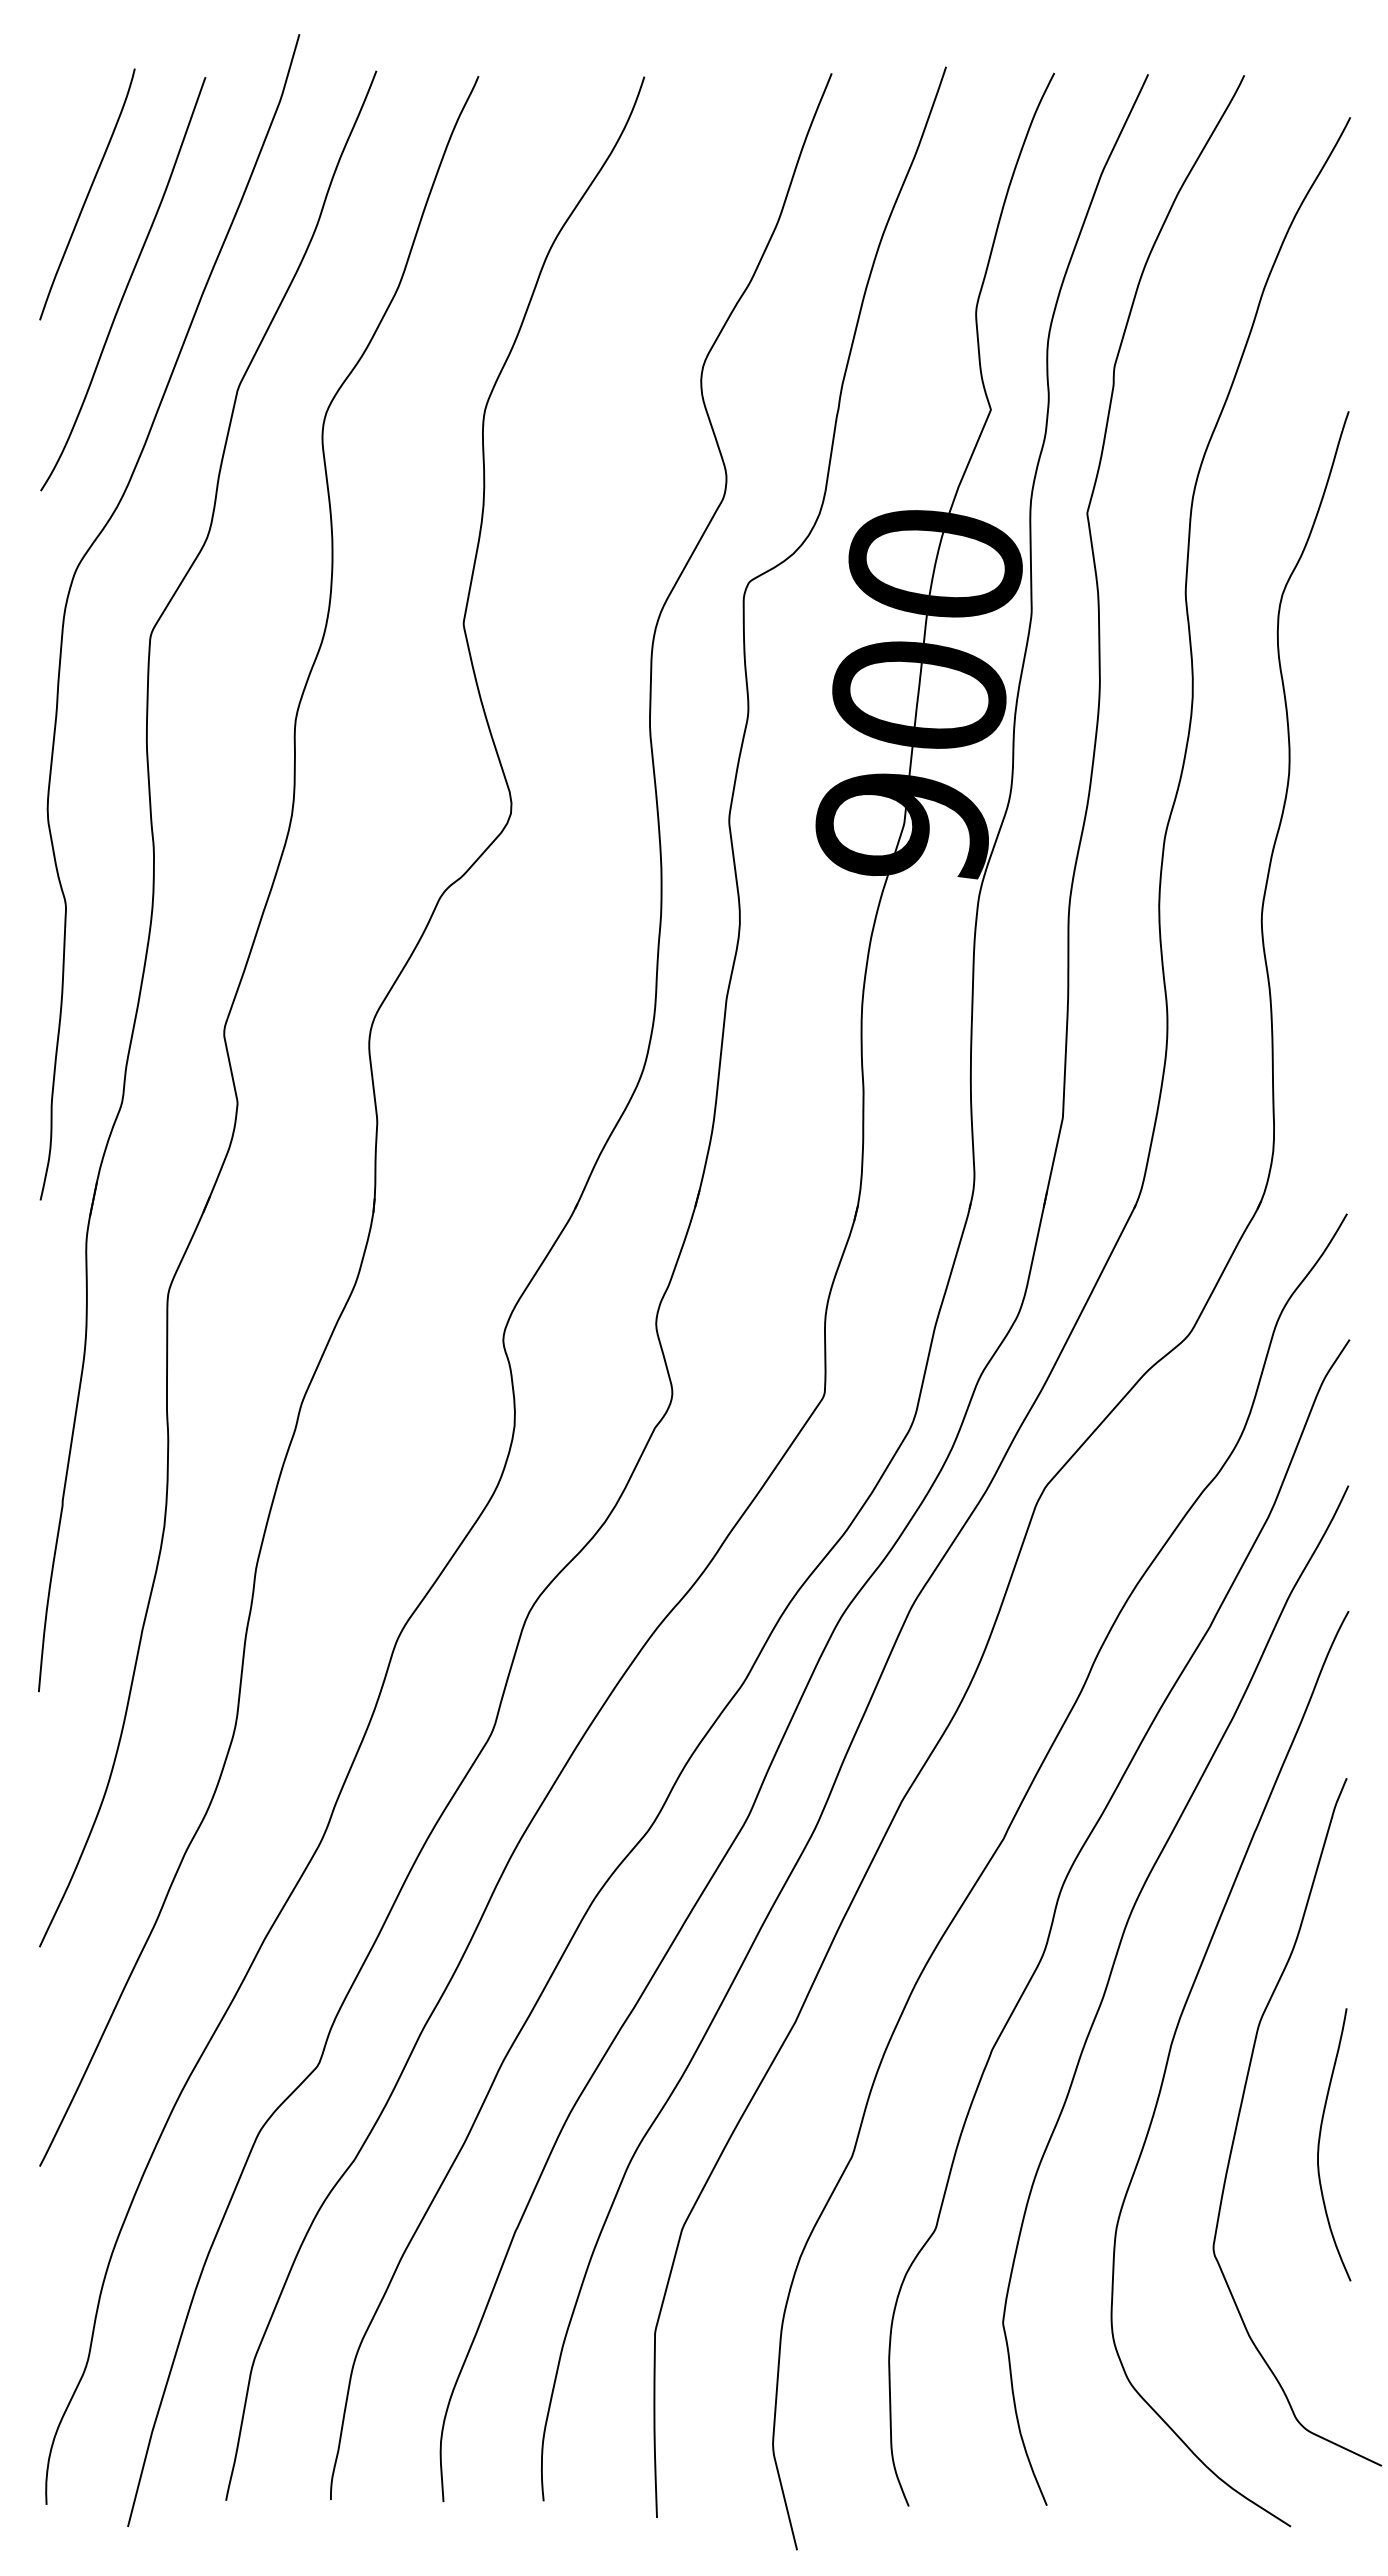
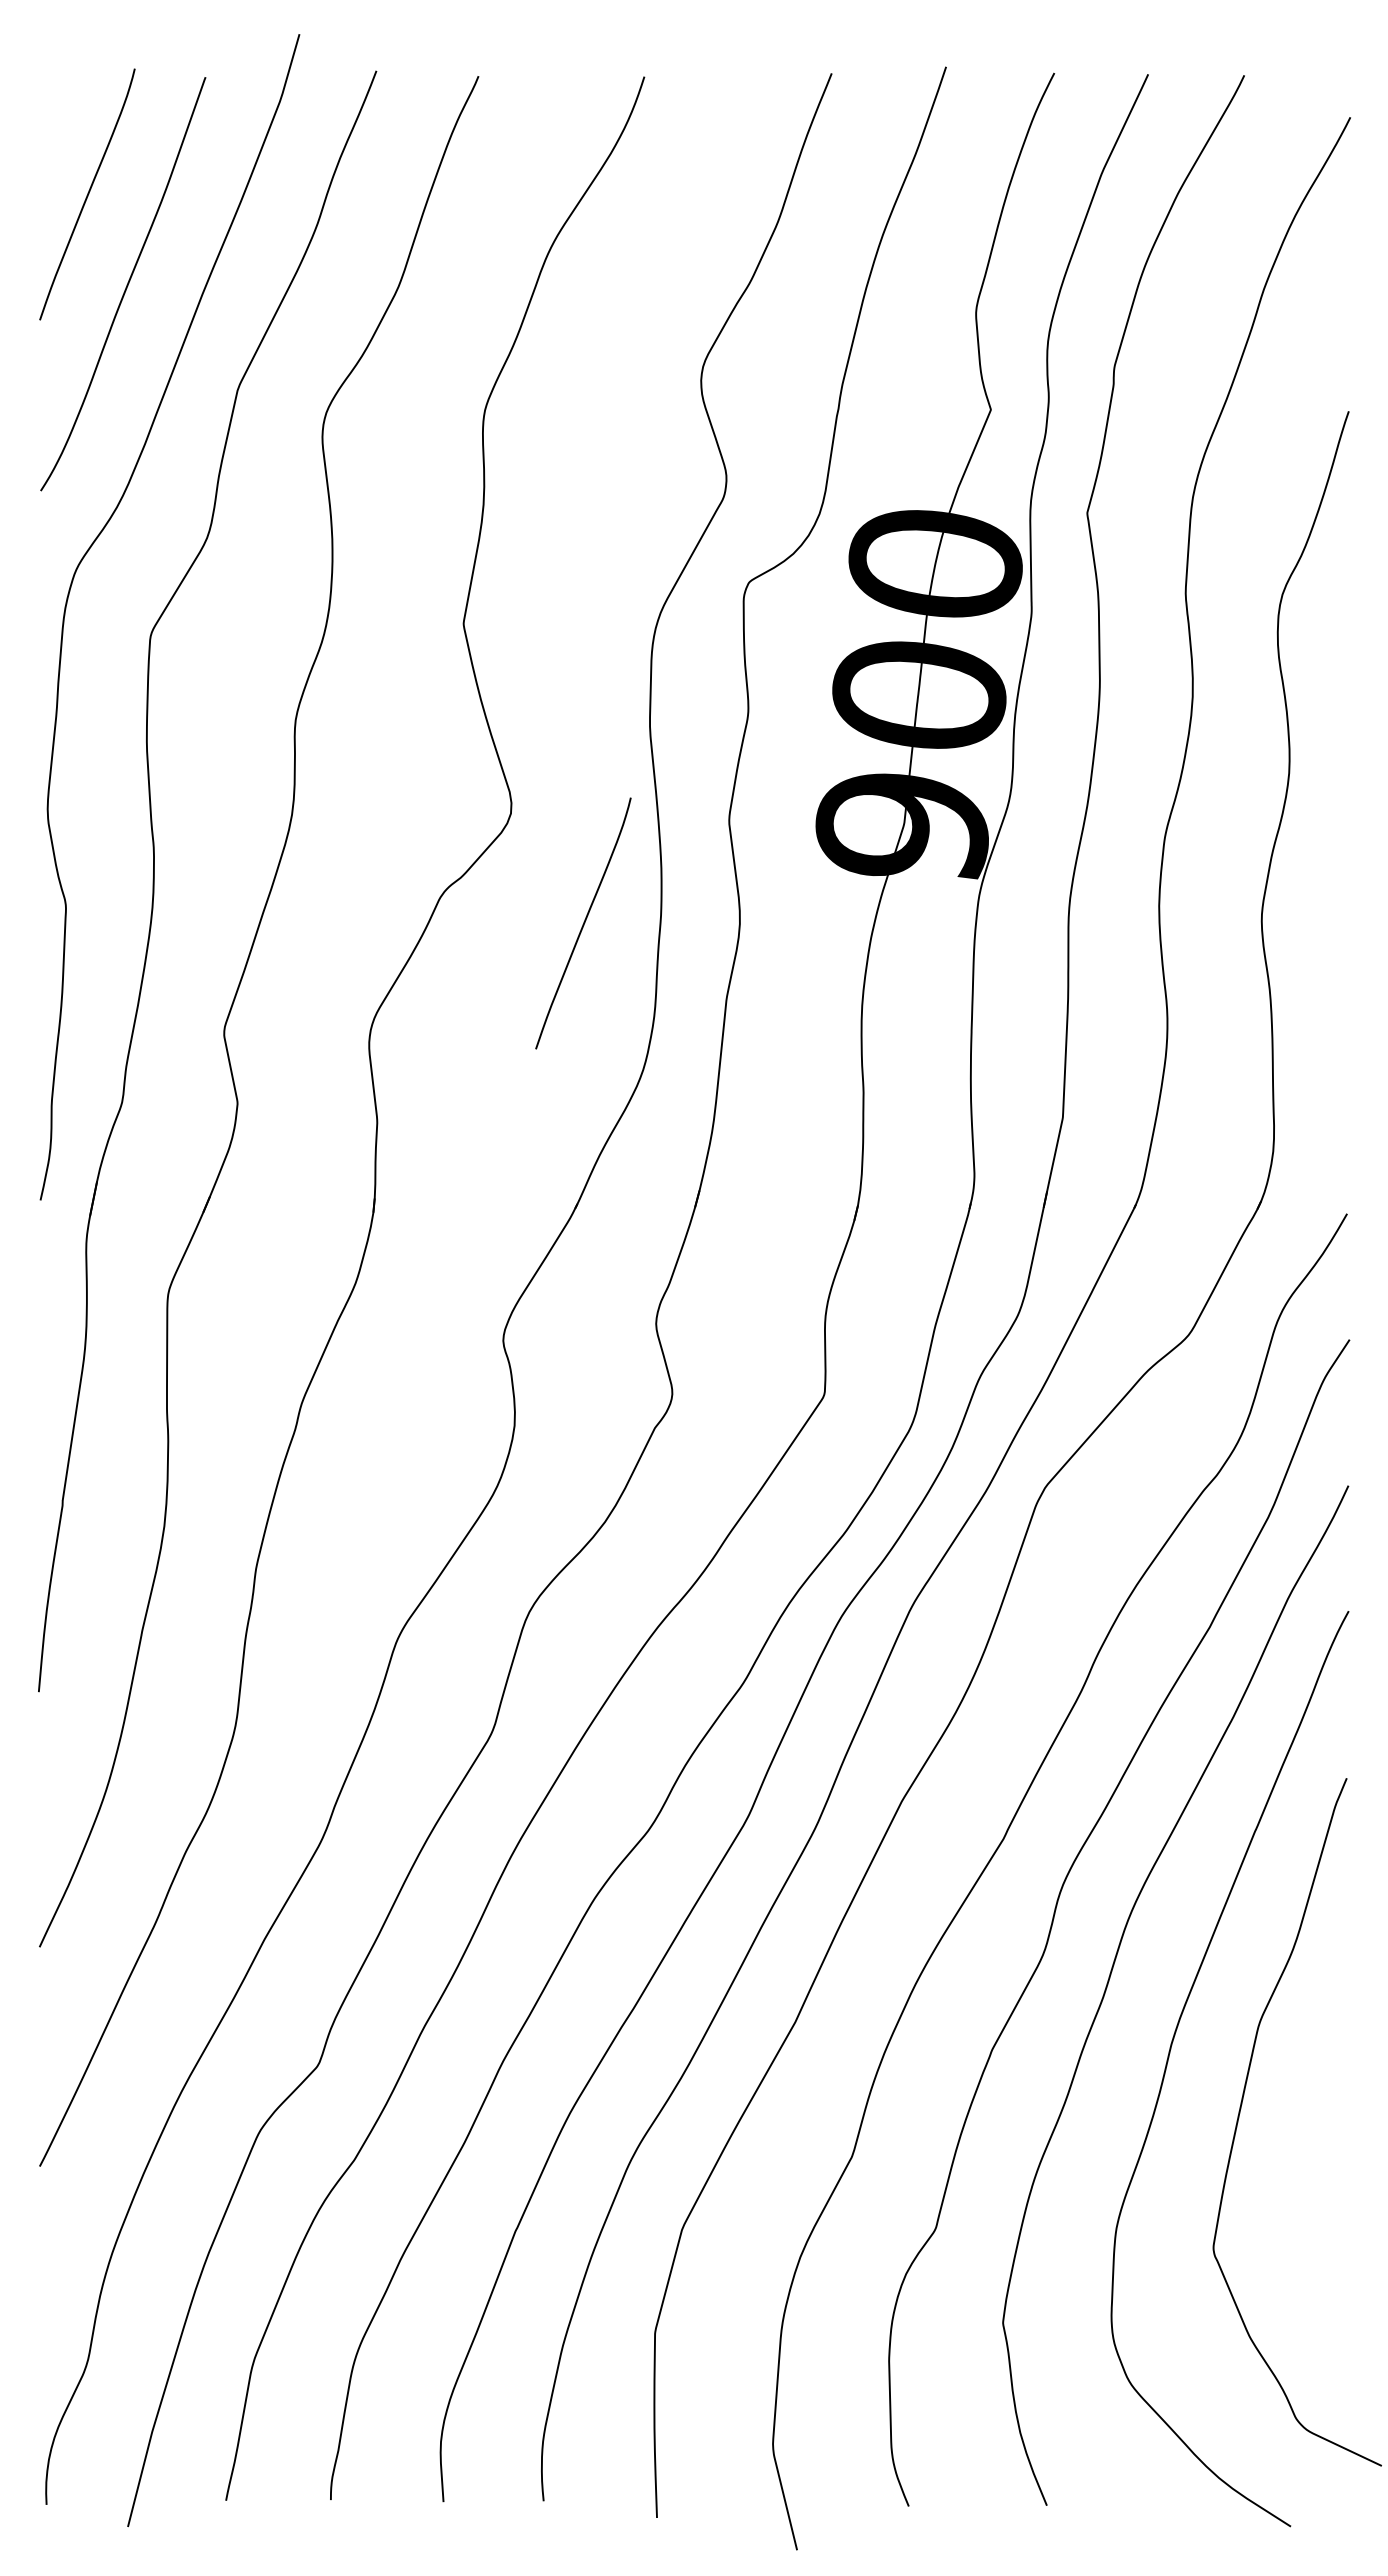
curve at (583, 923): none -> present
curve at (1320, 2140): present -> none
